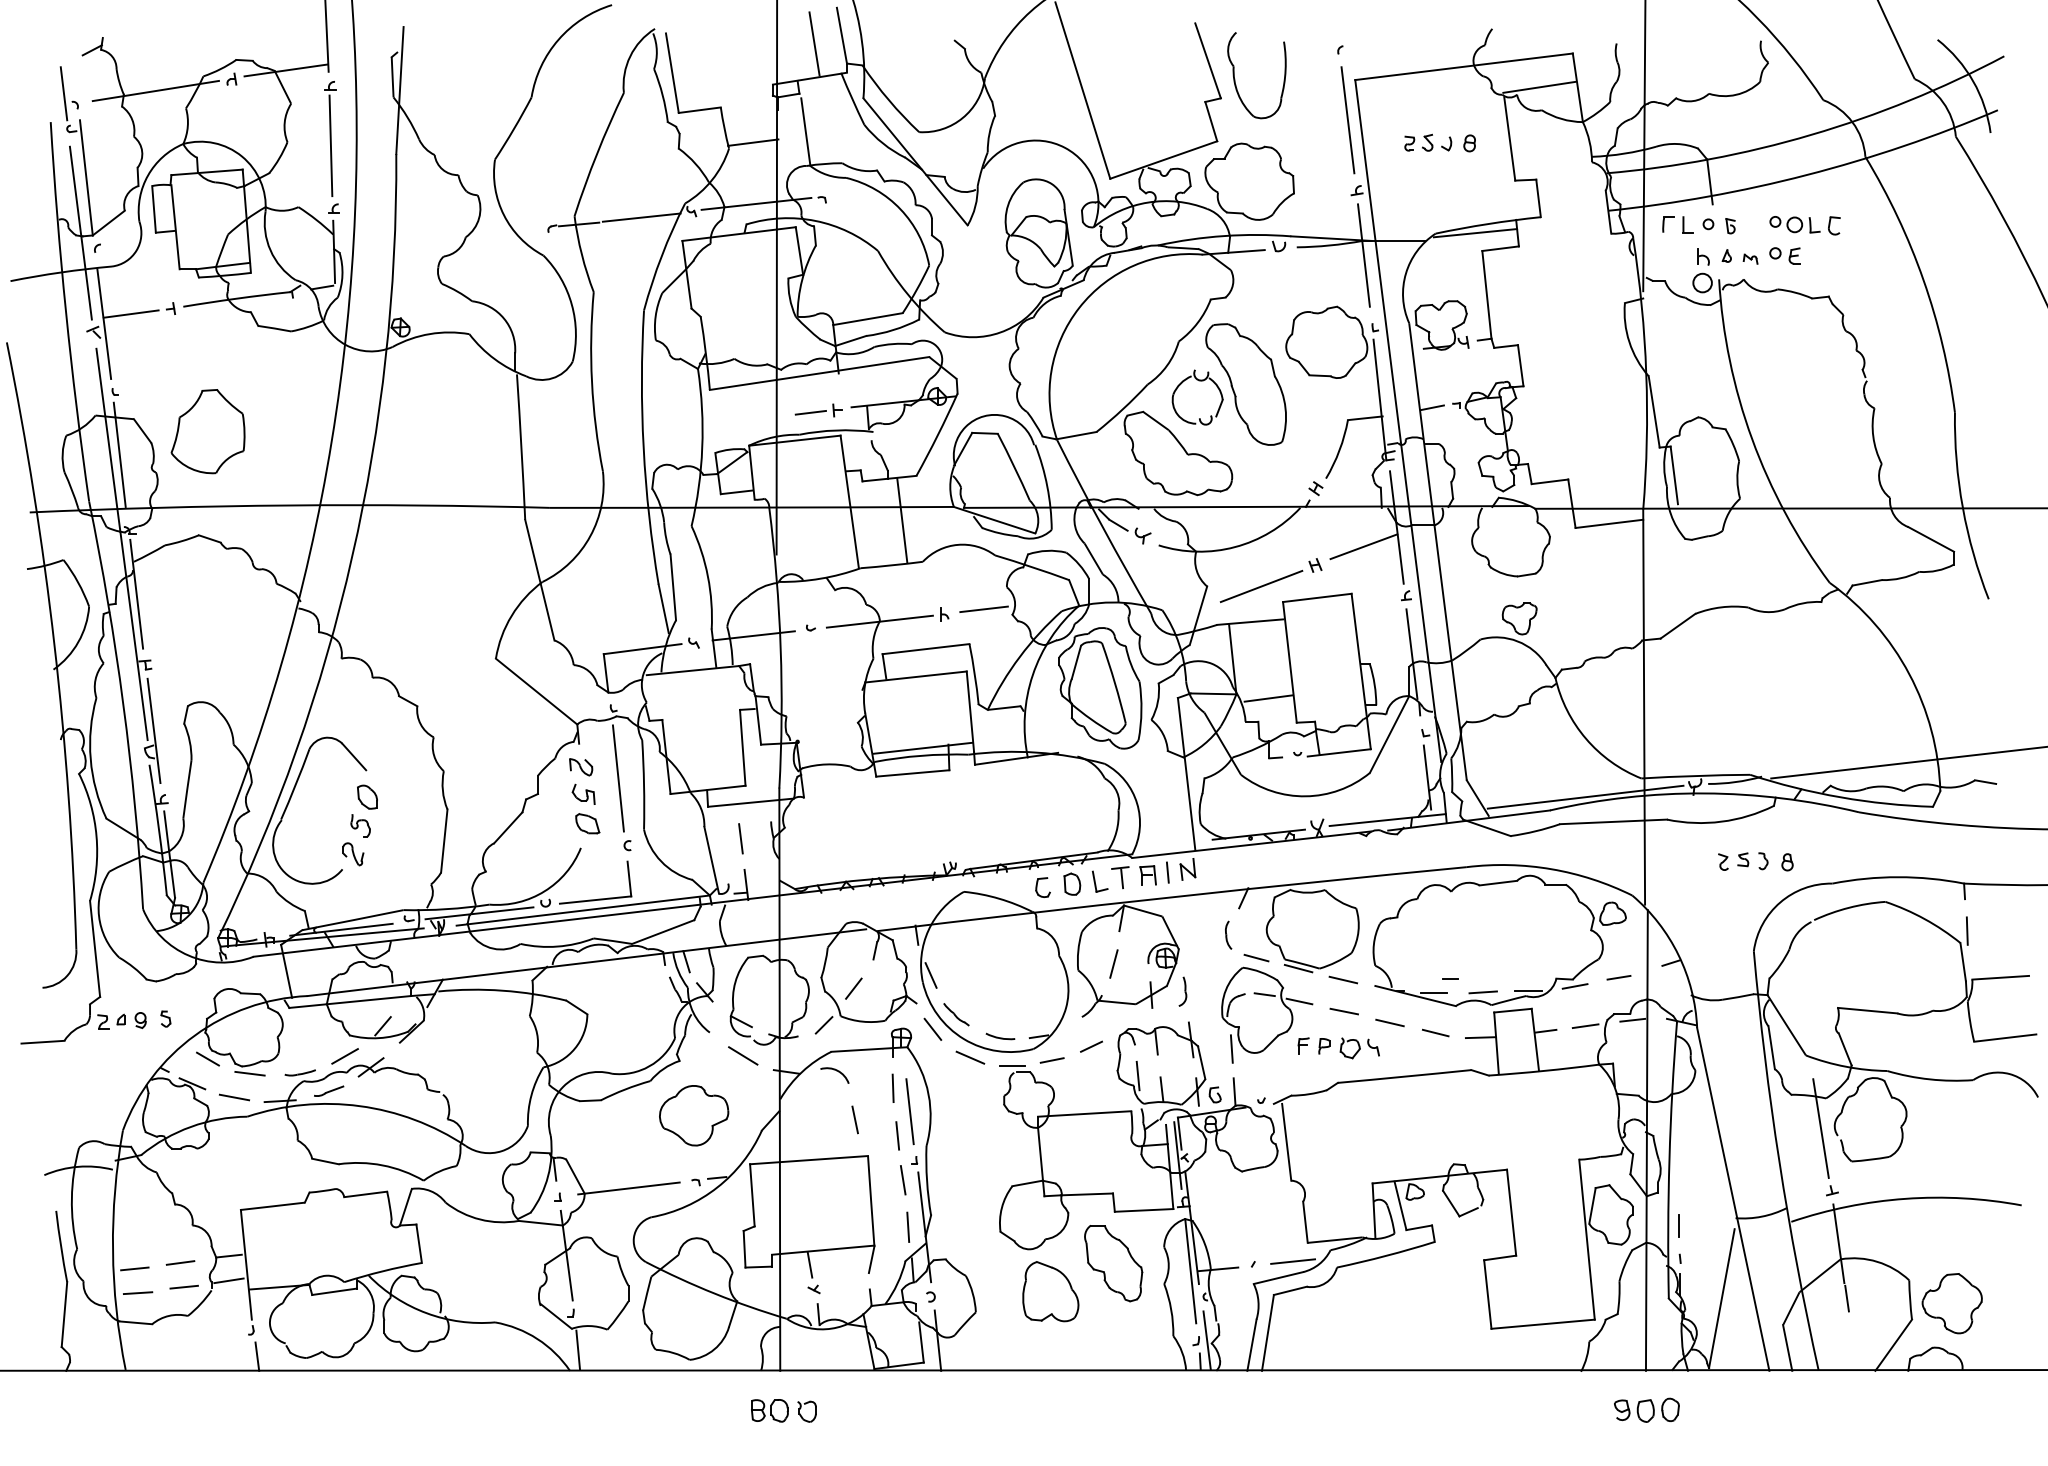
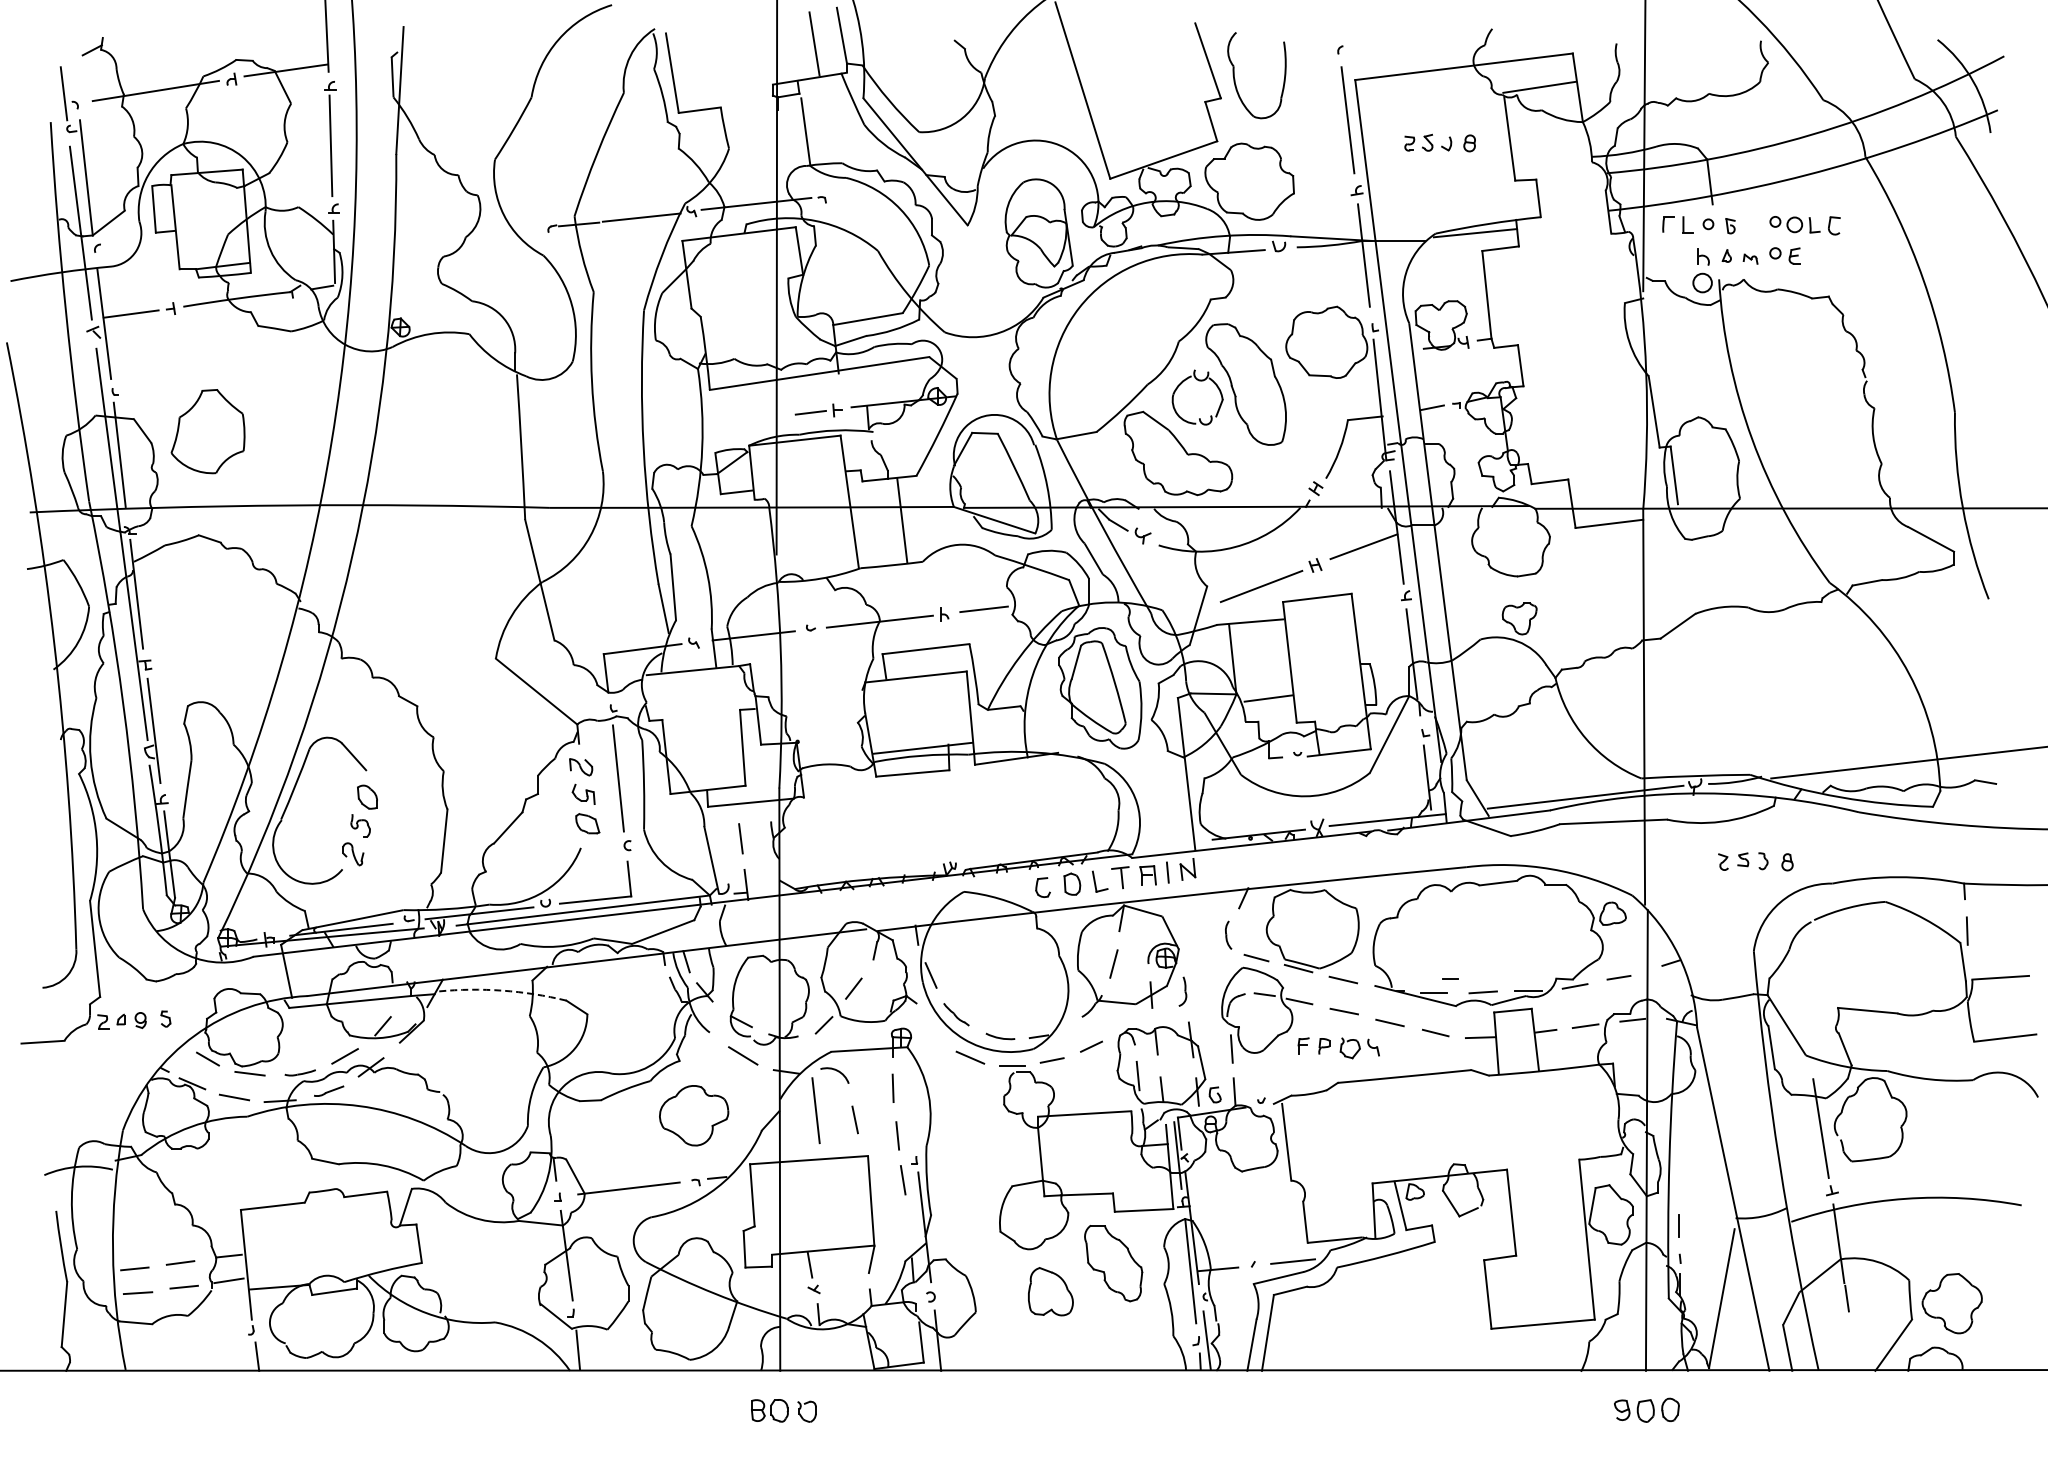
line at (753, 142): present -> none
arc at (502, 990): solid -> dashed
line at (932, 1028): present -> none
line at (909, 1111) position: (909, 1111) -> (815, 1110)
line at (908, 1226): present -> none
part at (1050, 1291) size: 58x62 px -> 46x50 px
